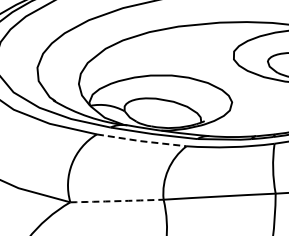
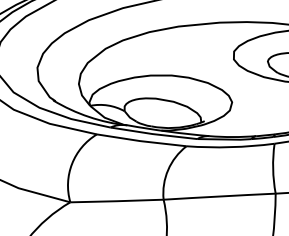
line at (141, 141): dashed -> solid
arc at (117, 201): dashed -> solid
